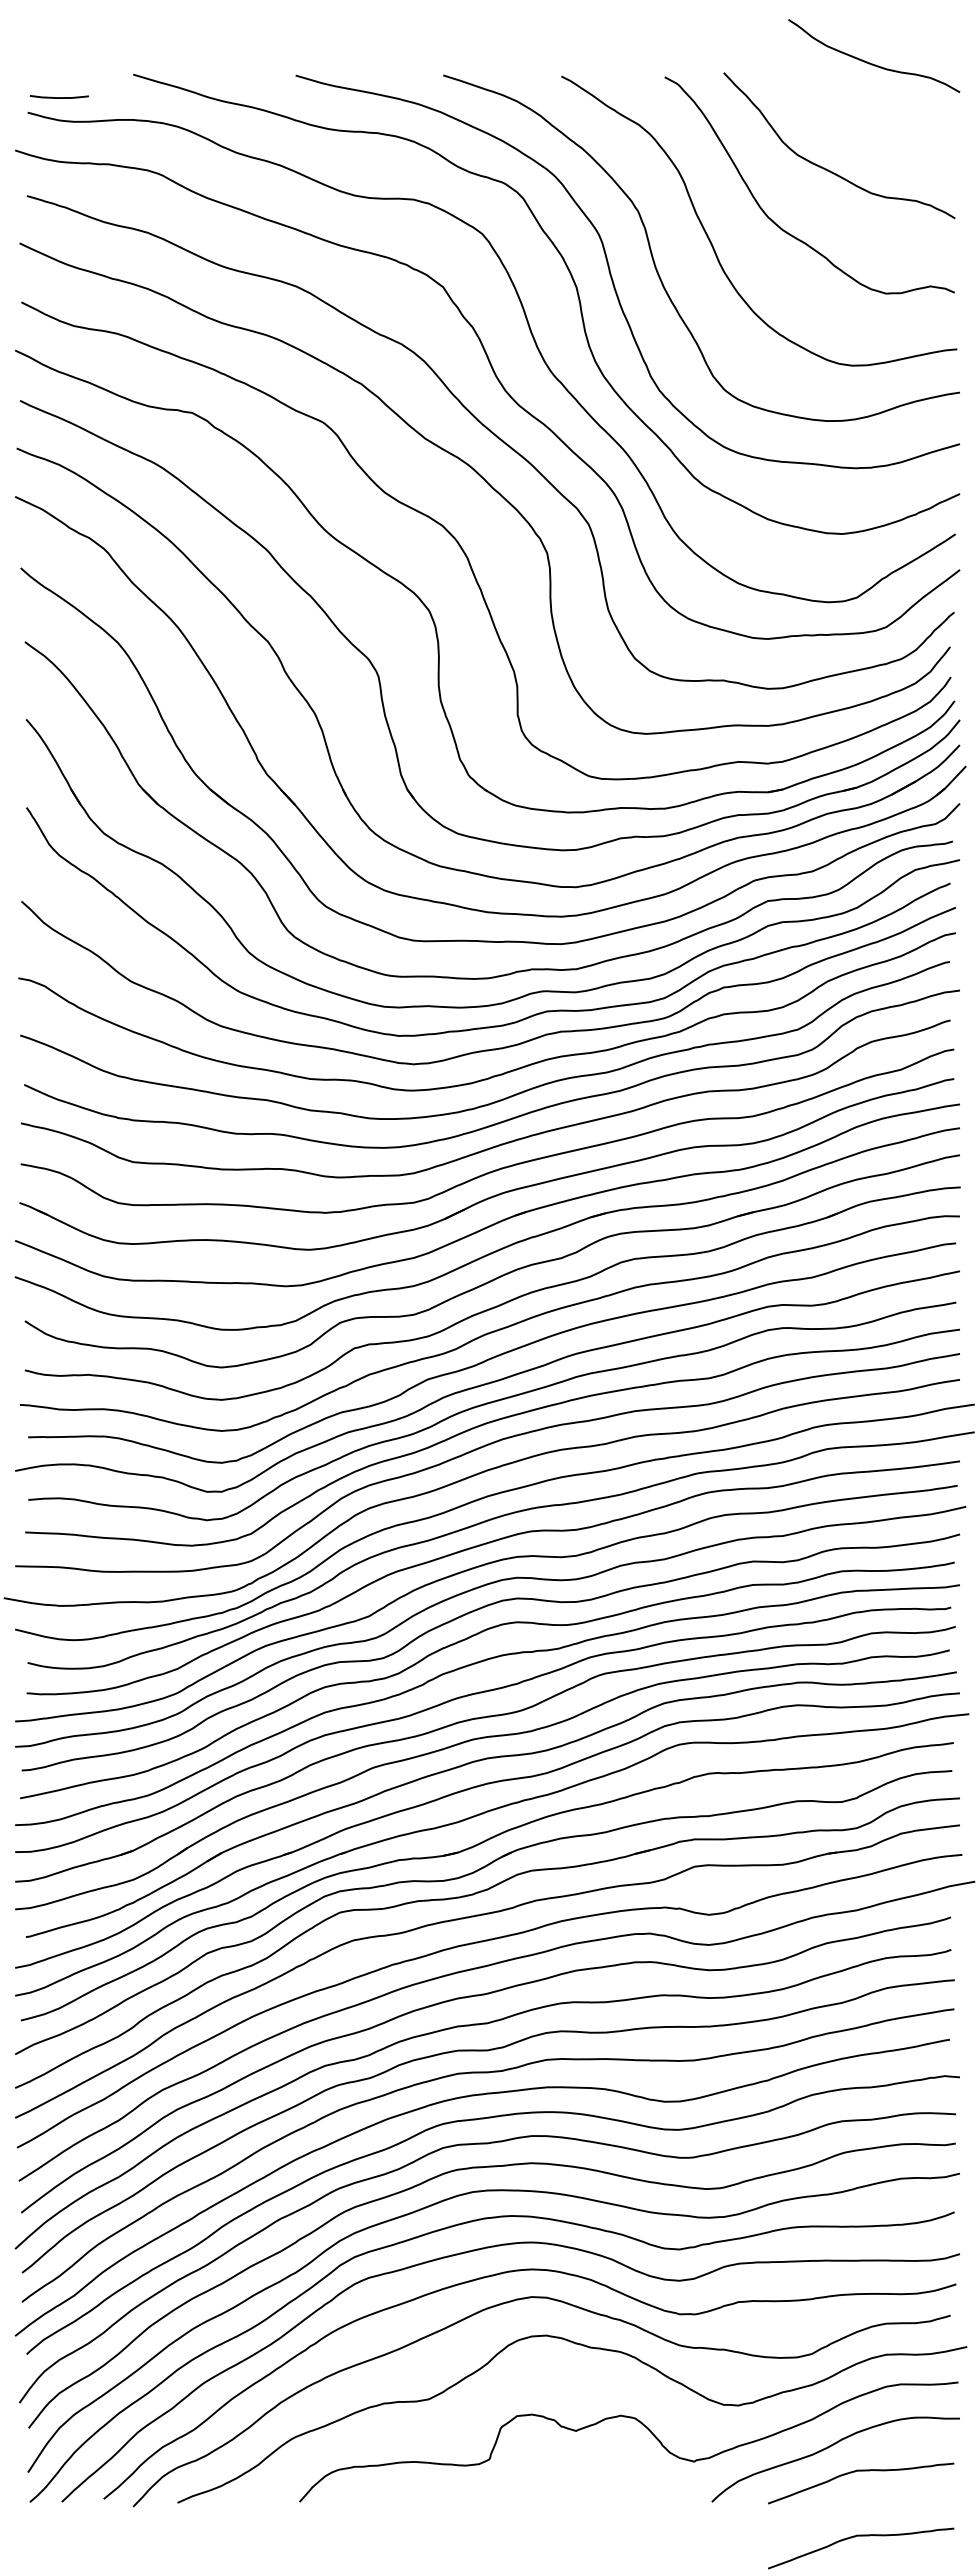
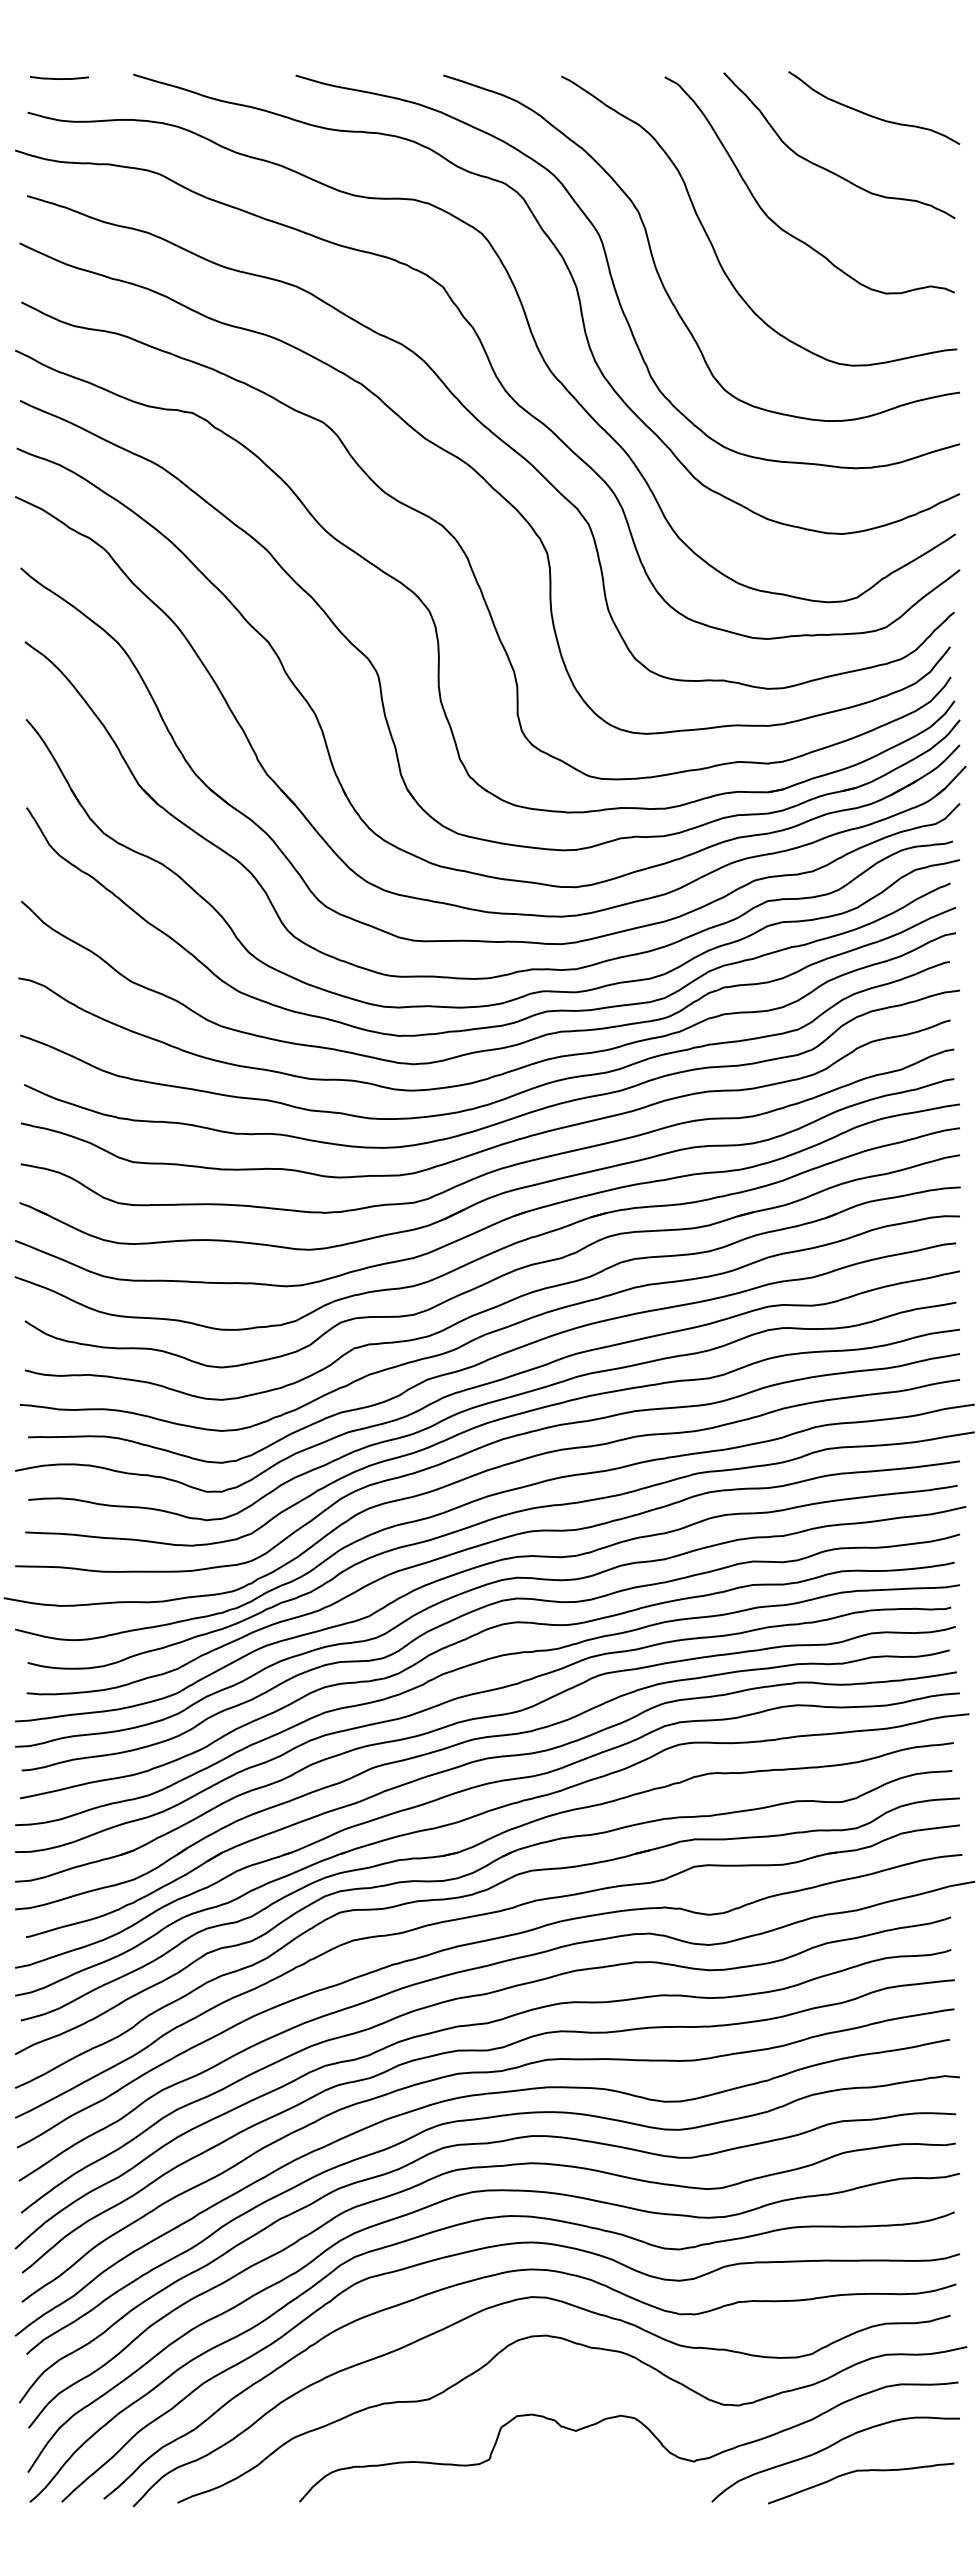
curve at (870, 62) position: (870, 62) -> (870, 114)
curve at (58, 97) position: (58, 97) -> (58, 78)
curve at (861, 2536): present -> none
